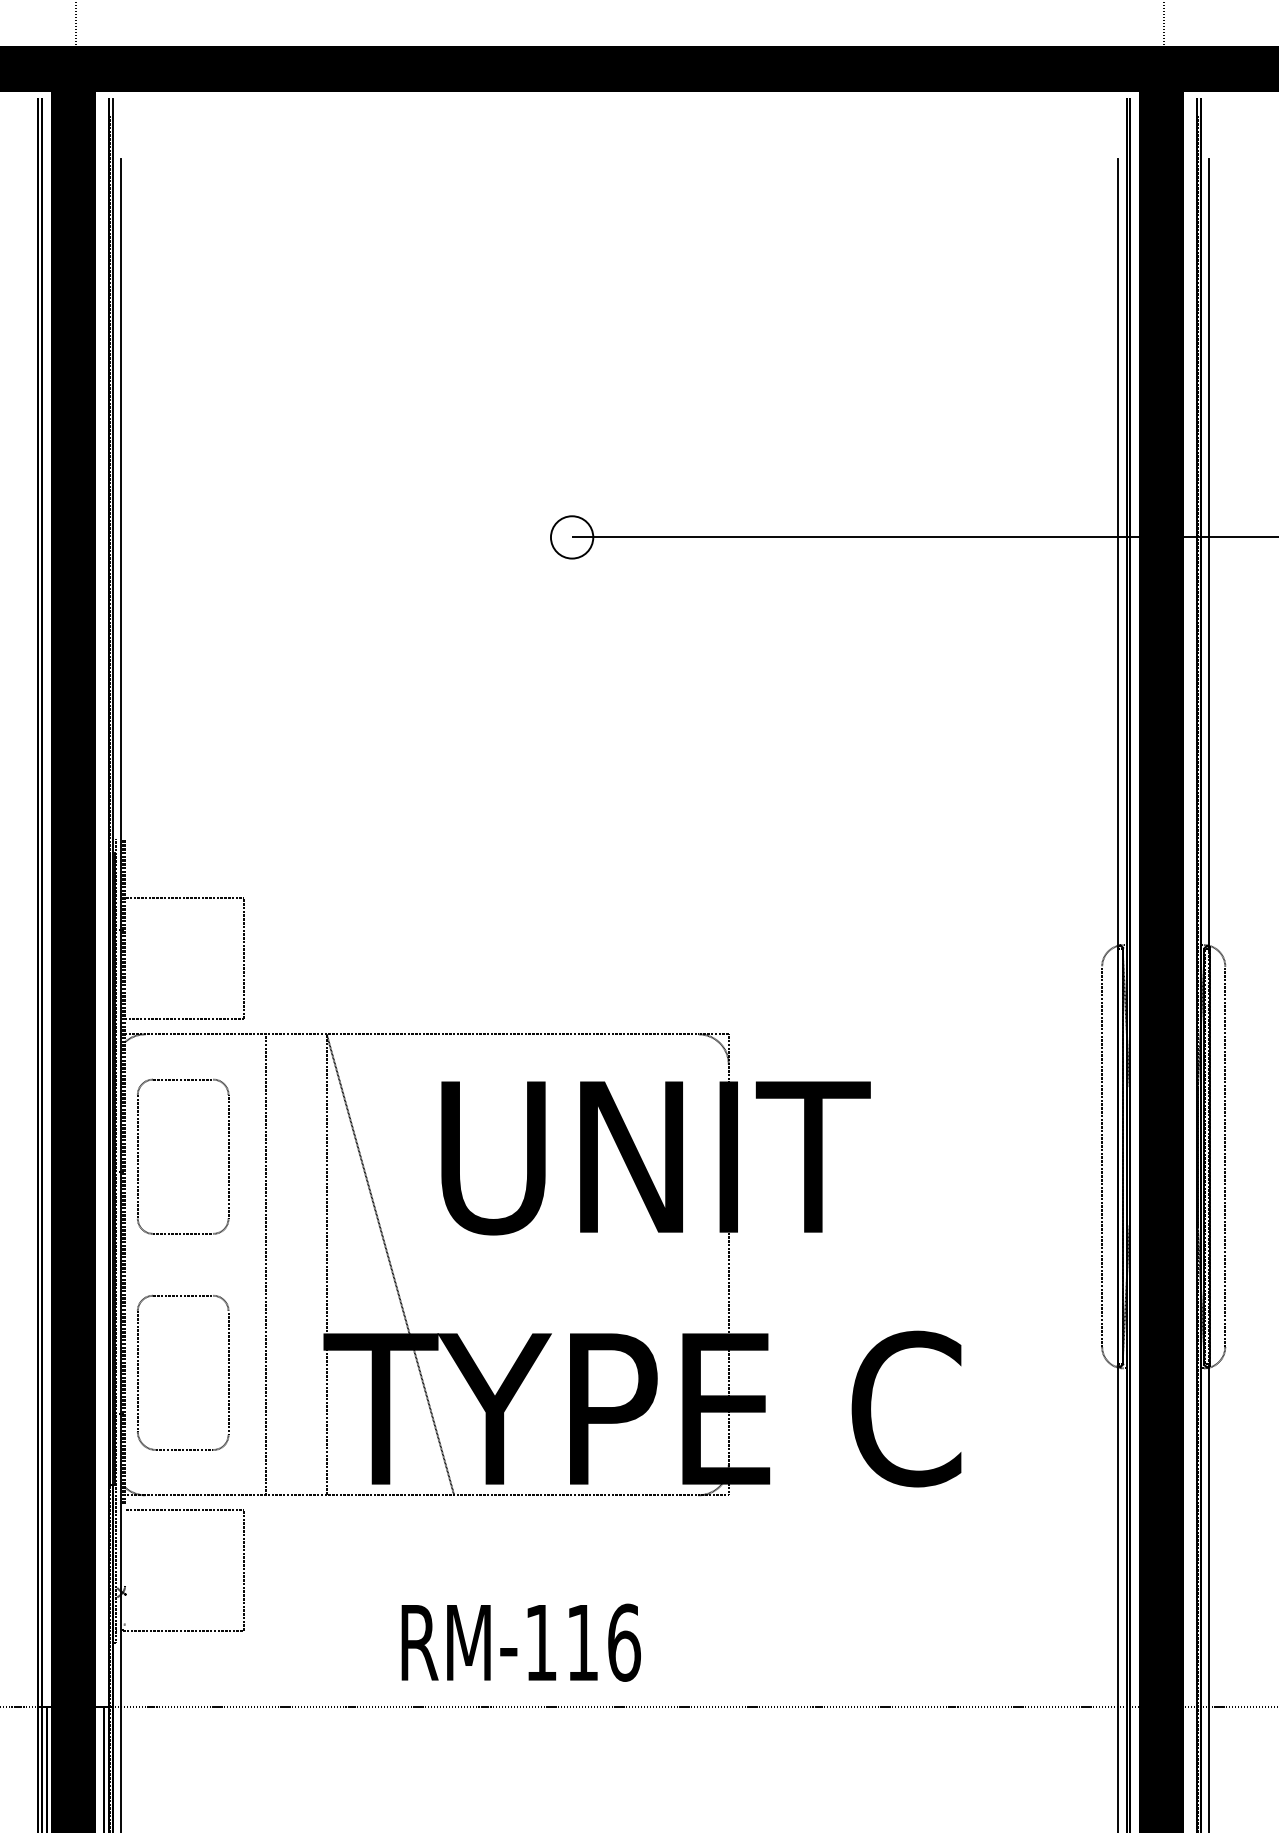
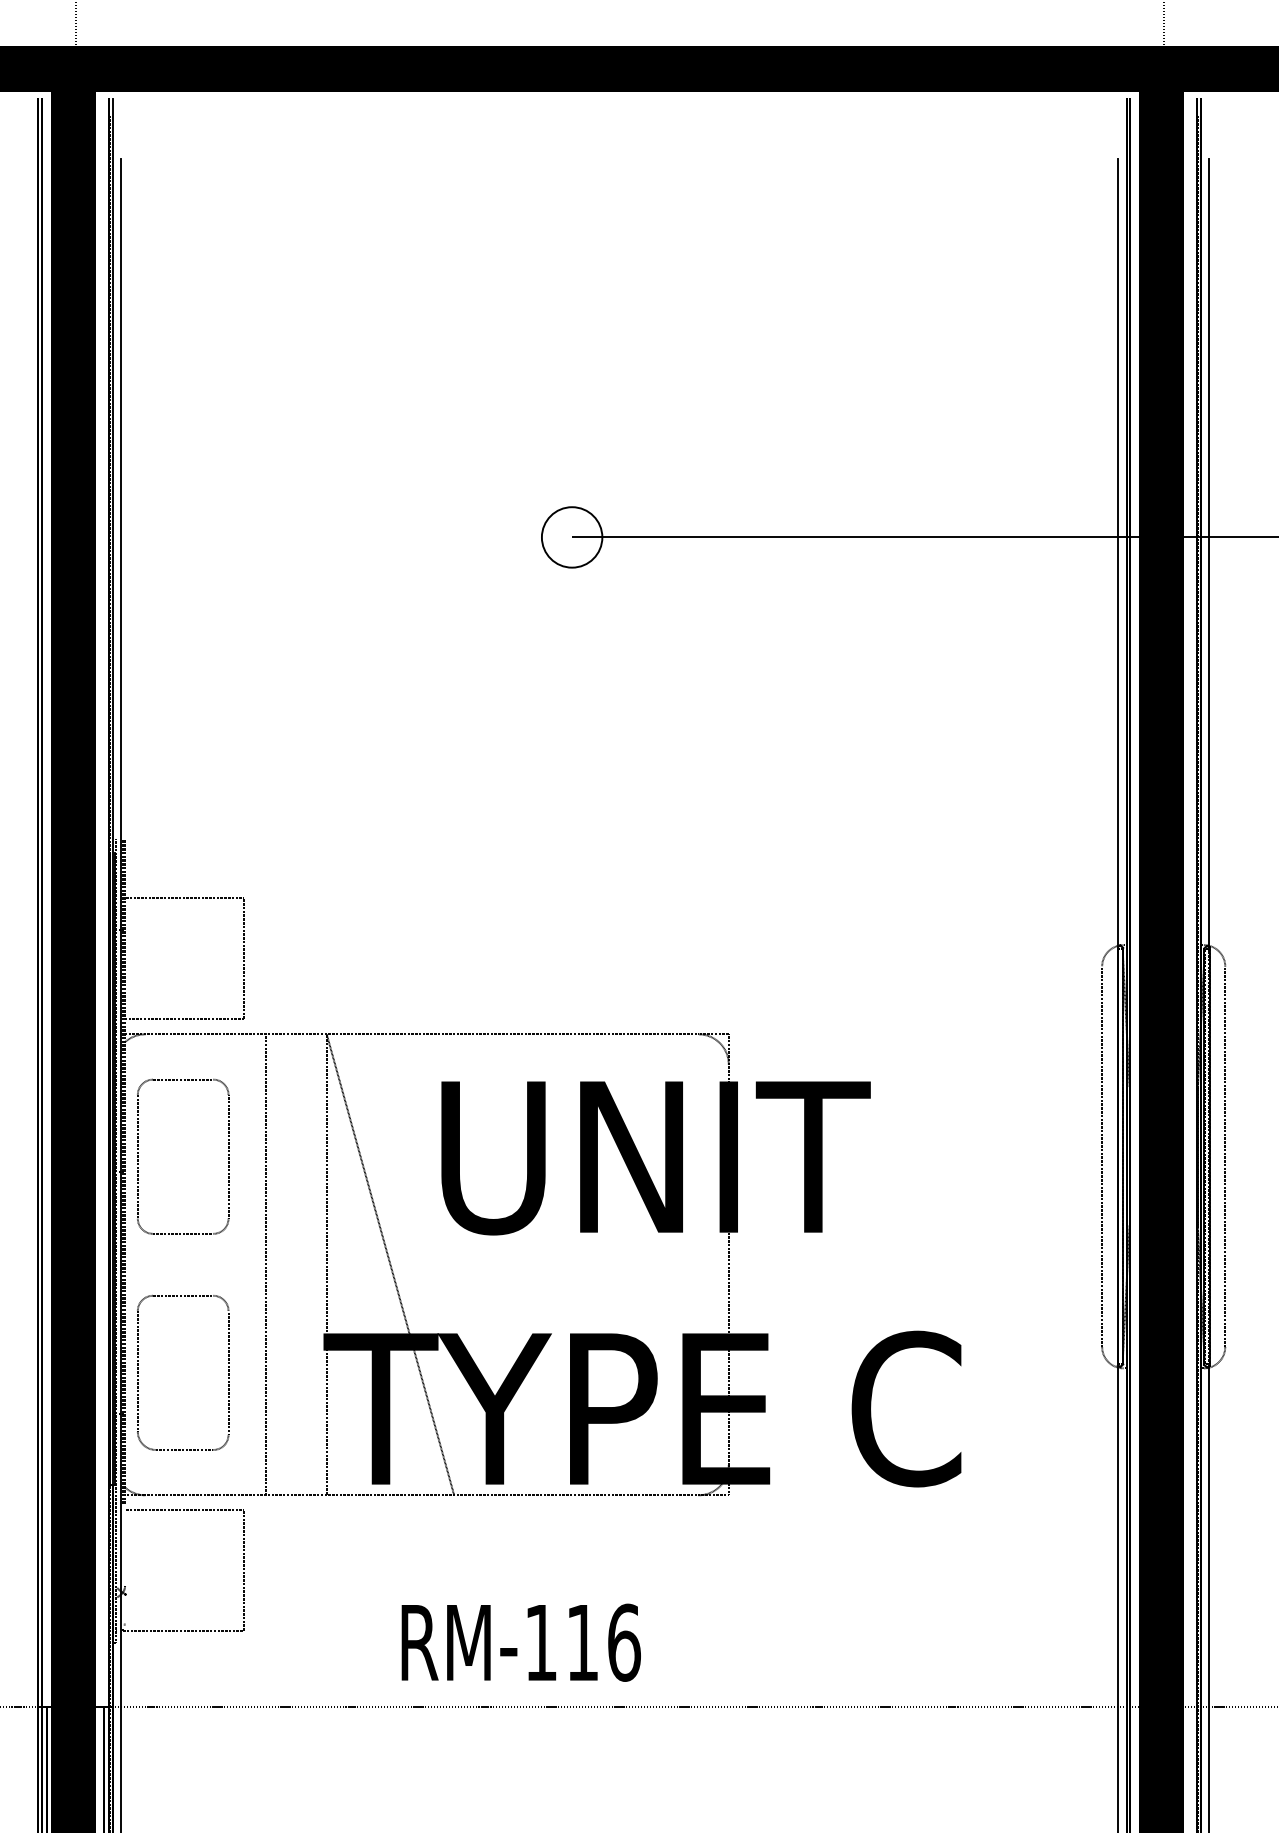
circle at (571, 537) diameter: 42 px -> 60 px
